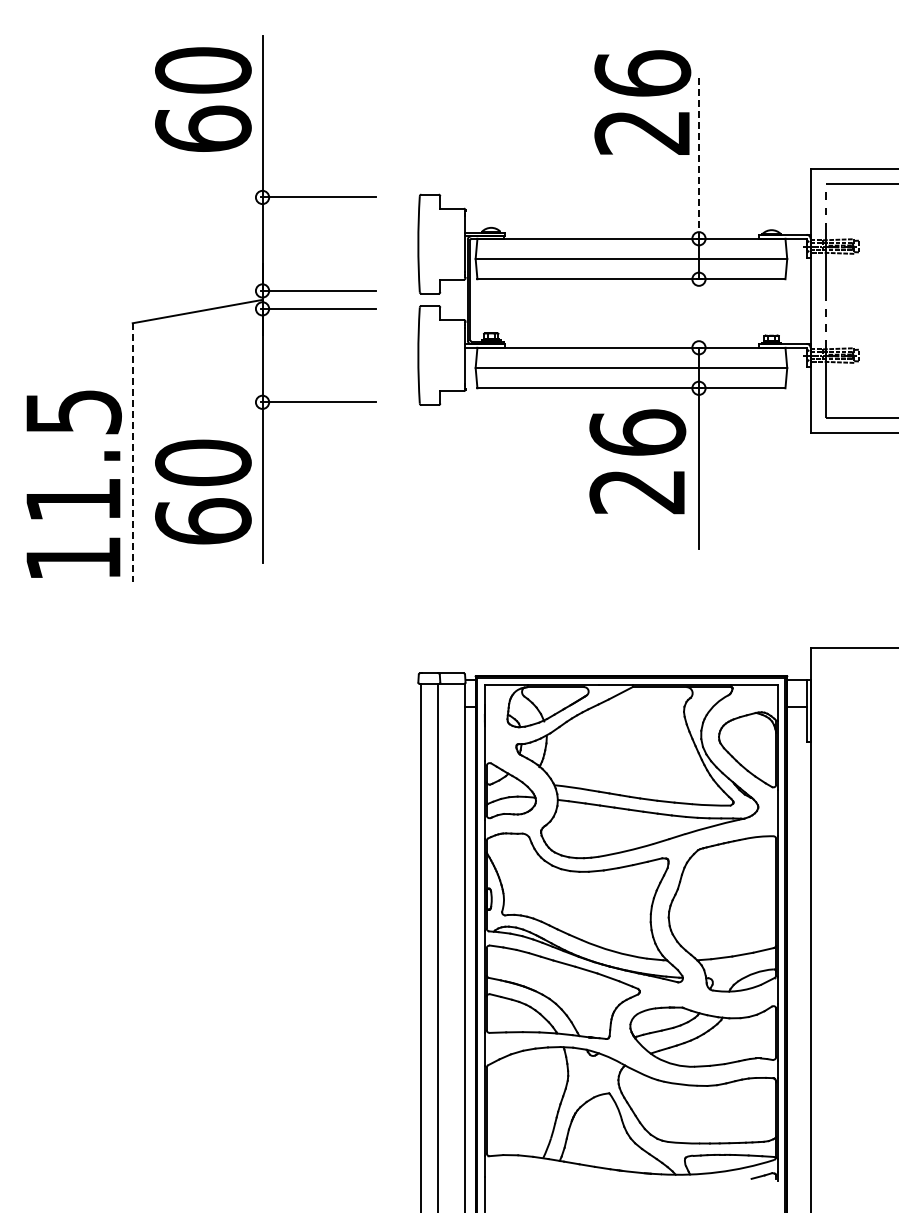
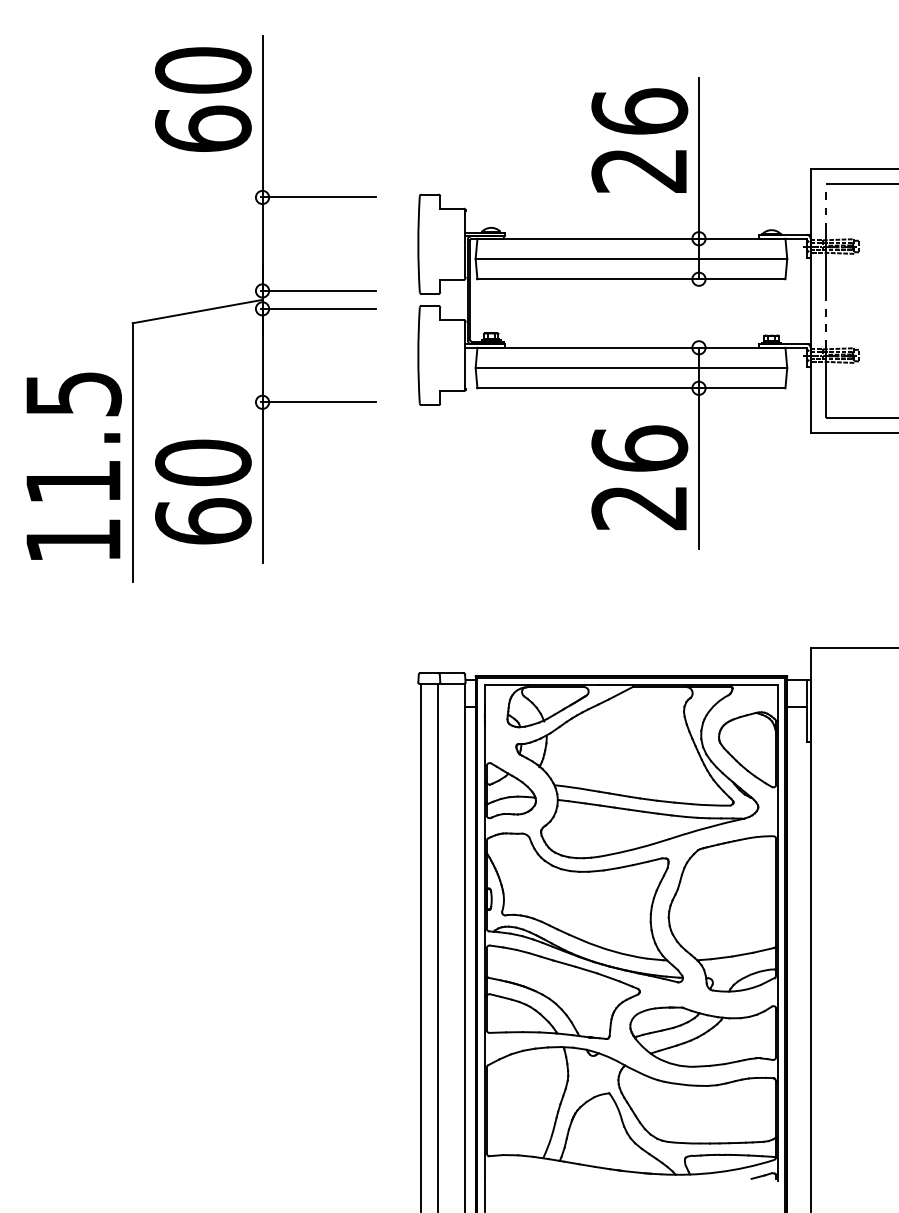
text at (642, 102) position: (642, 102) -> (639, 140)
line at (698, 158): dashed -> solid
line at (132, 452): dashed -> solid
text at (637, 461) position: (637, 461) -> (639, 477)
text at (73, 483) position: (73, 483) -> (73, 465)
